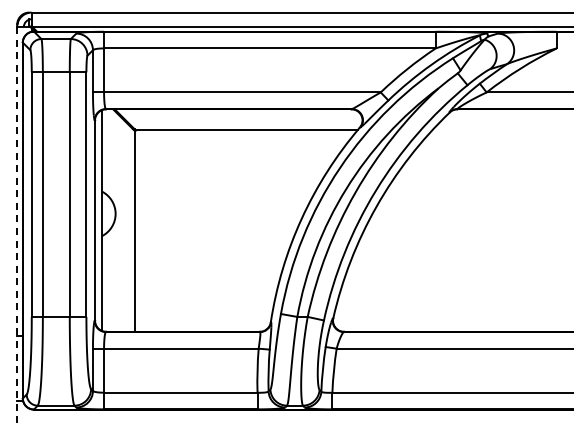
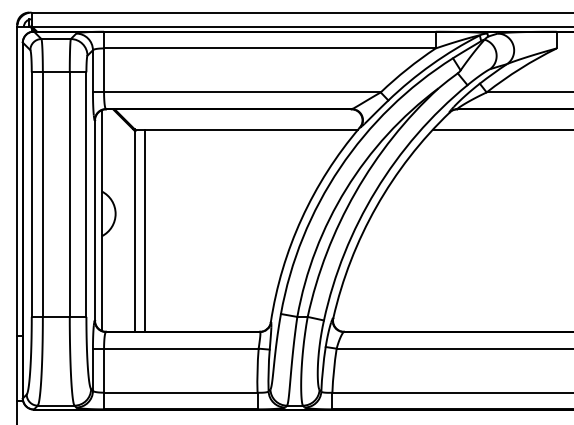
line at (501, 130): none -> present
line at (17, 225): dashed -> solid
line at (145, 230): none -> present
